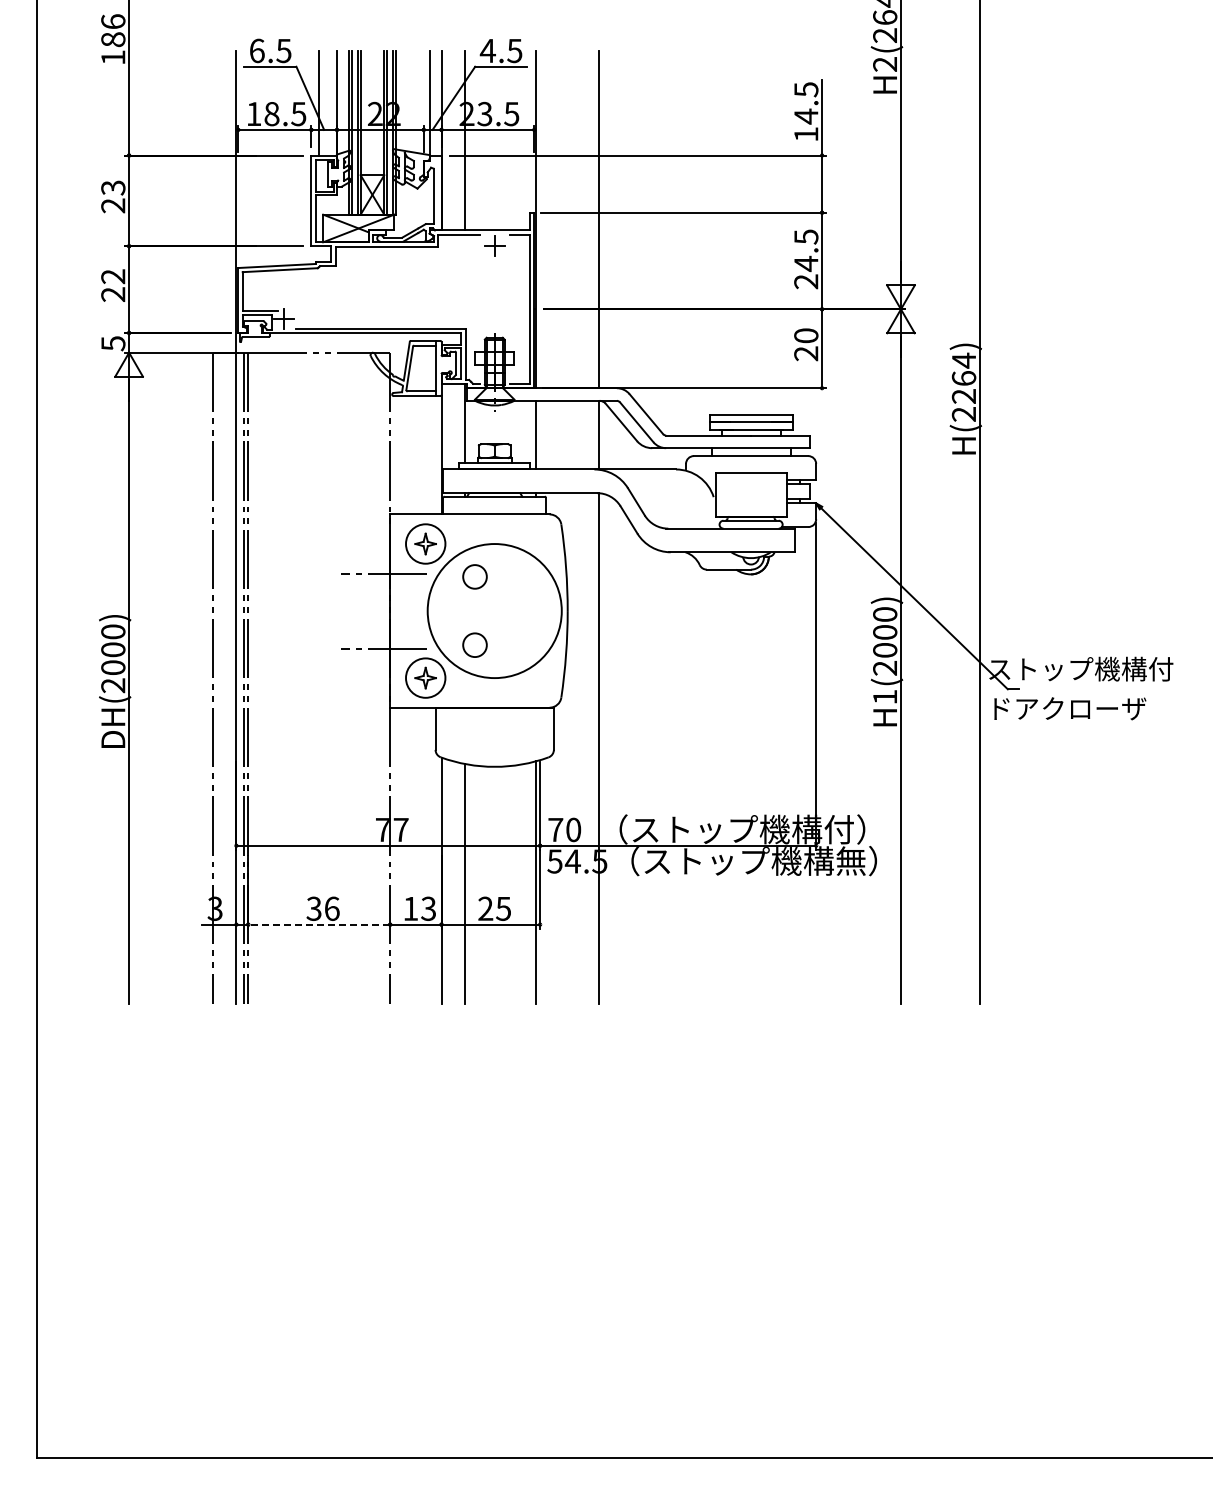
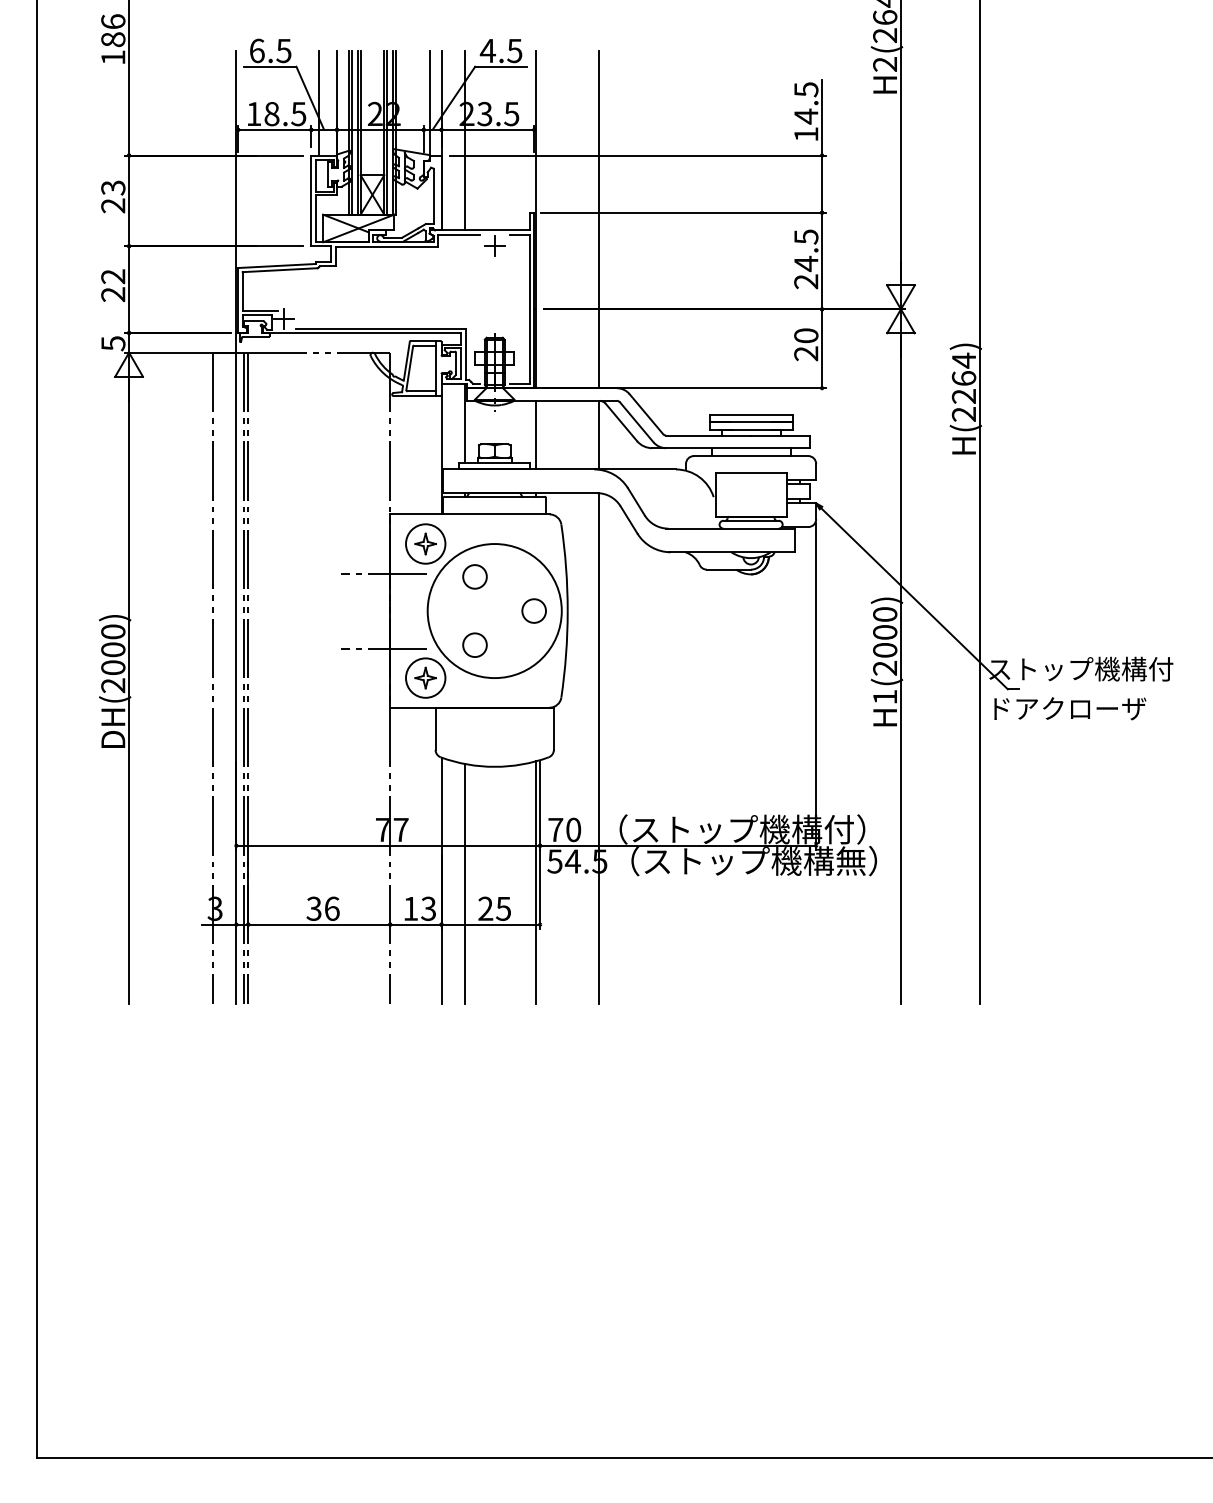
circle at (533, 610): none -> present
line at (319, 924): dashed -> solid
